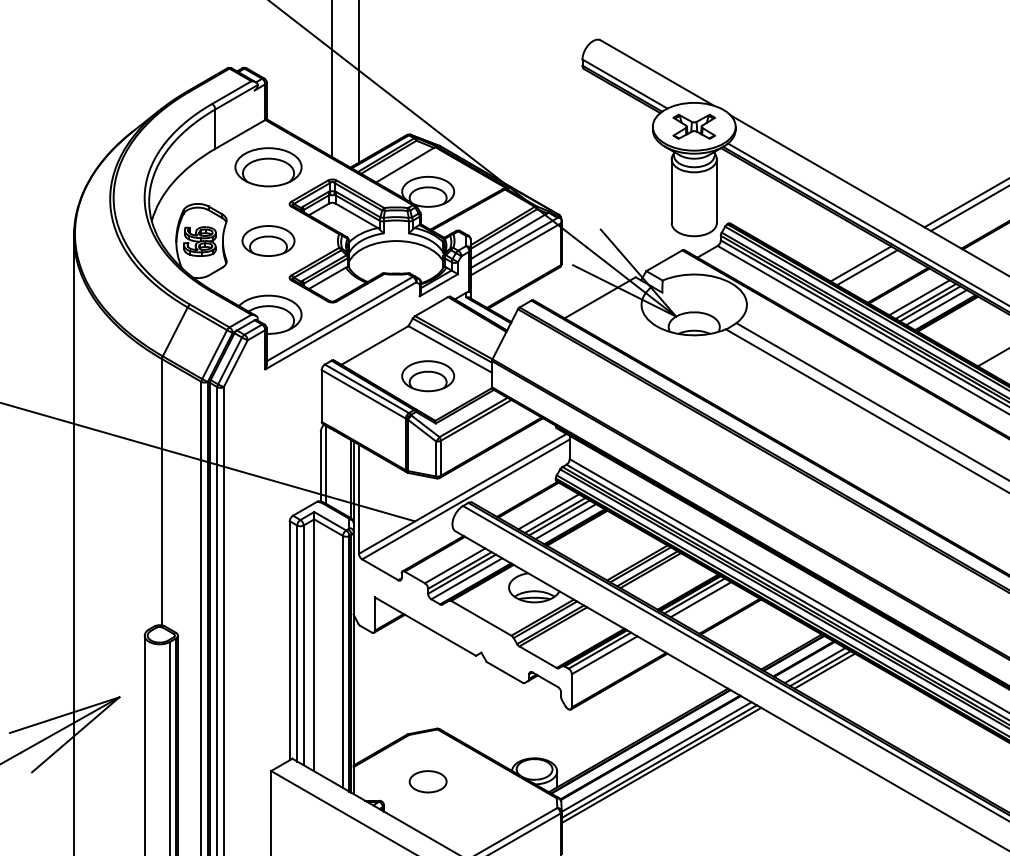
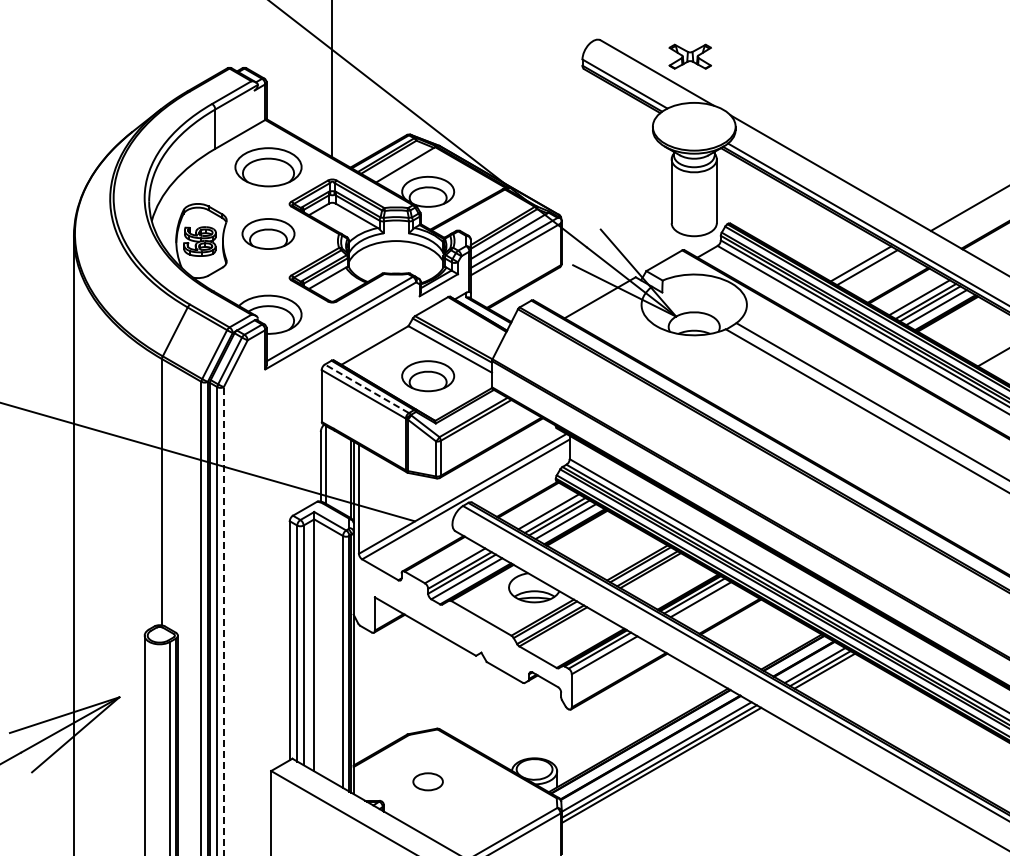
line at (358, 82): present -> none
part at (693, 126) position: (693, 126) -> (689, 56)
line at (965, 203): present -> none
part at (268, 240) position: (268, 240) -> (268, 233)
line at (366, 388): solid -> dashed
line at (223, 621): solid -> dashed
part at (427, 781) size: 40x24 px -> 32x20 px
